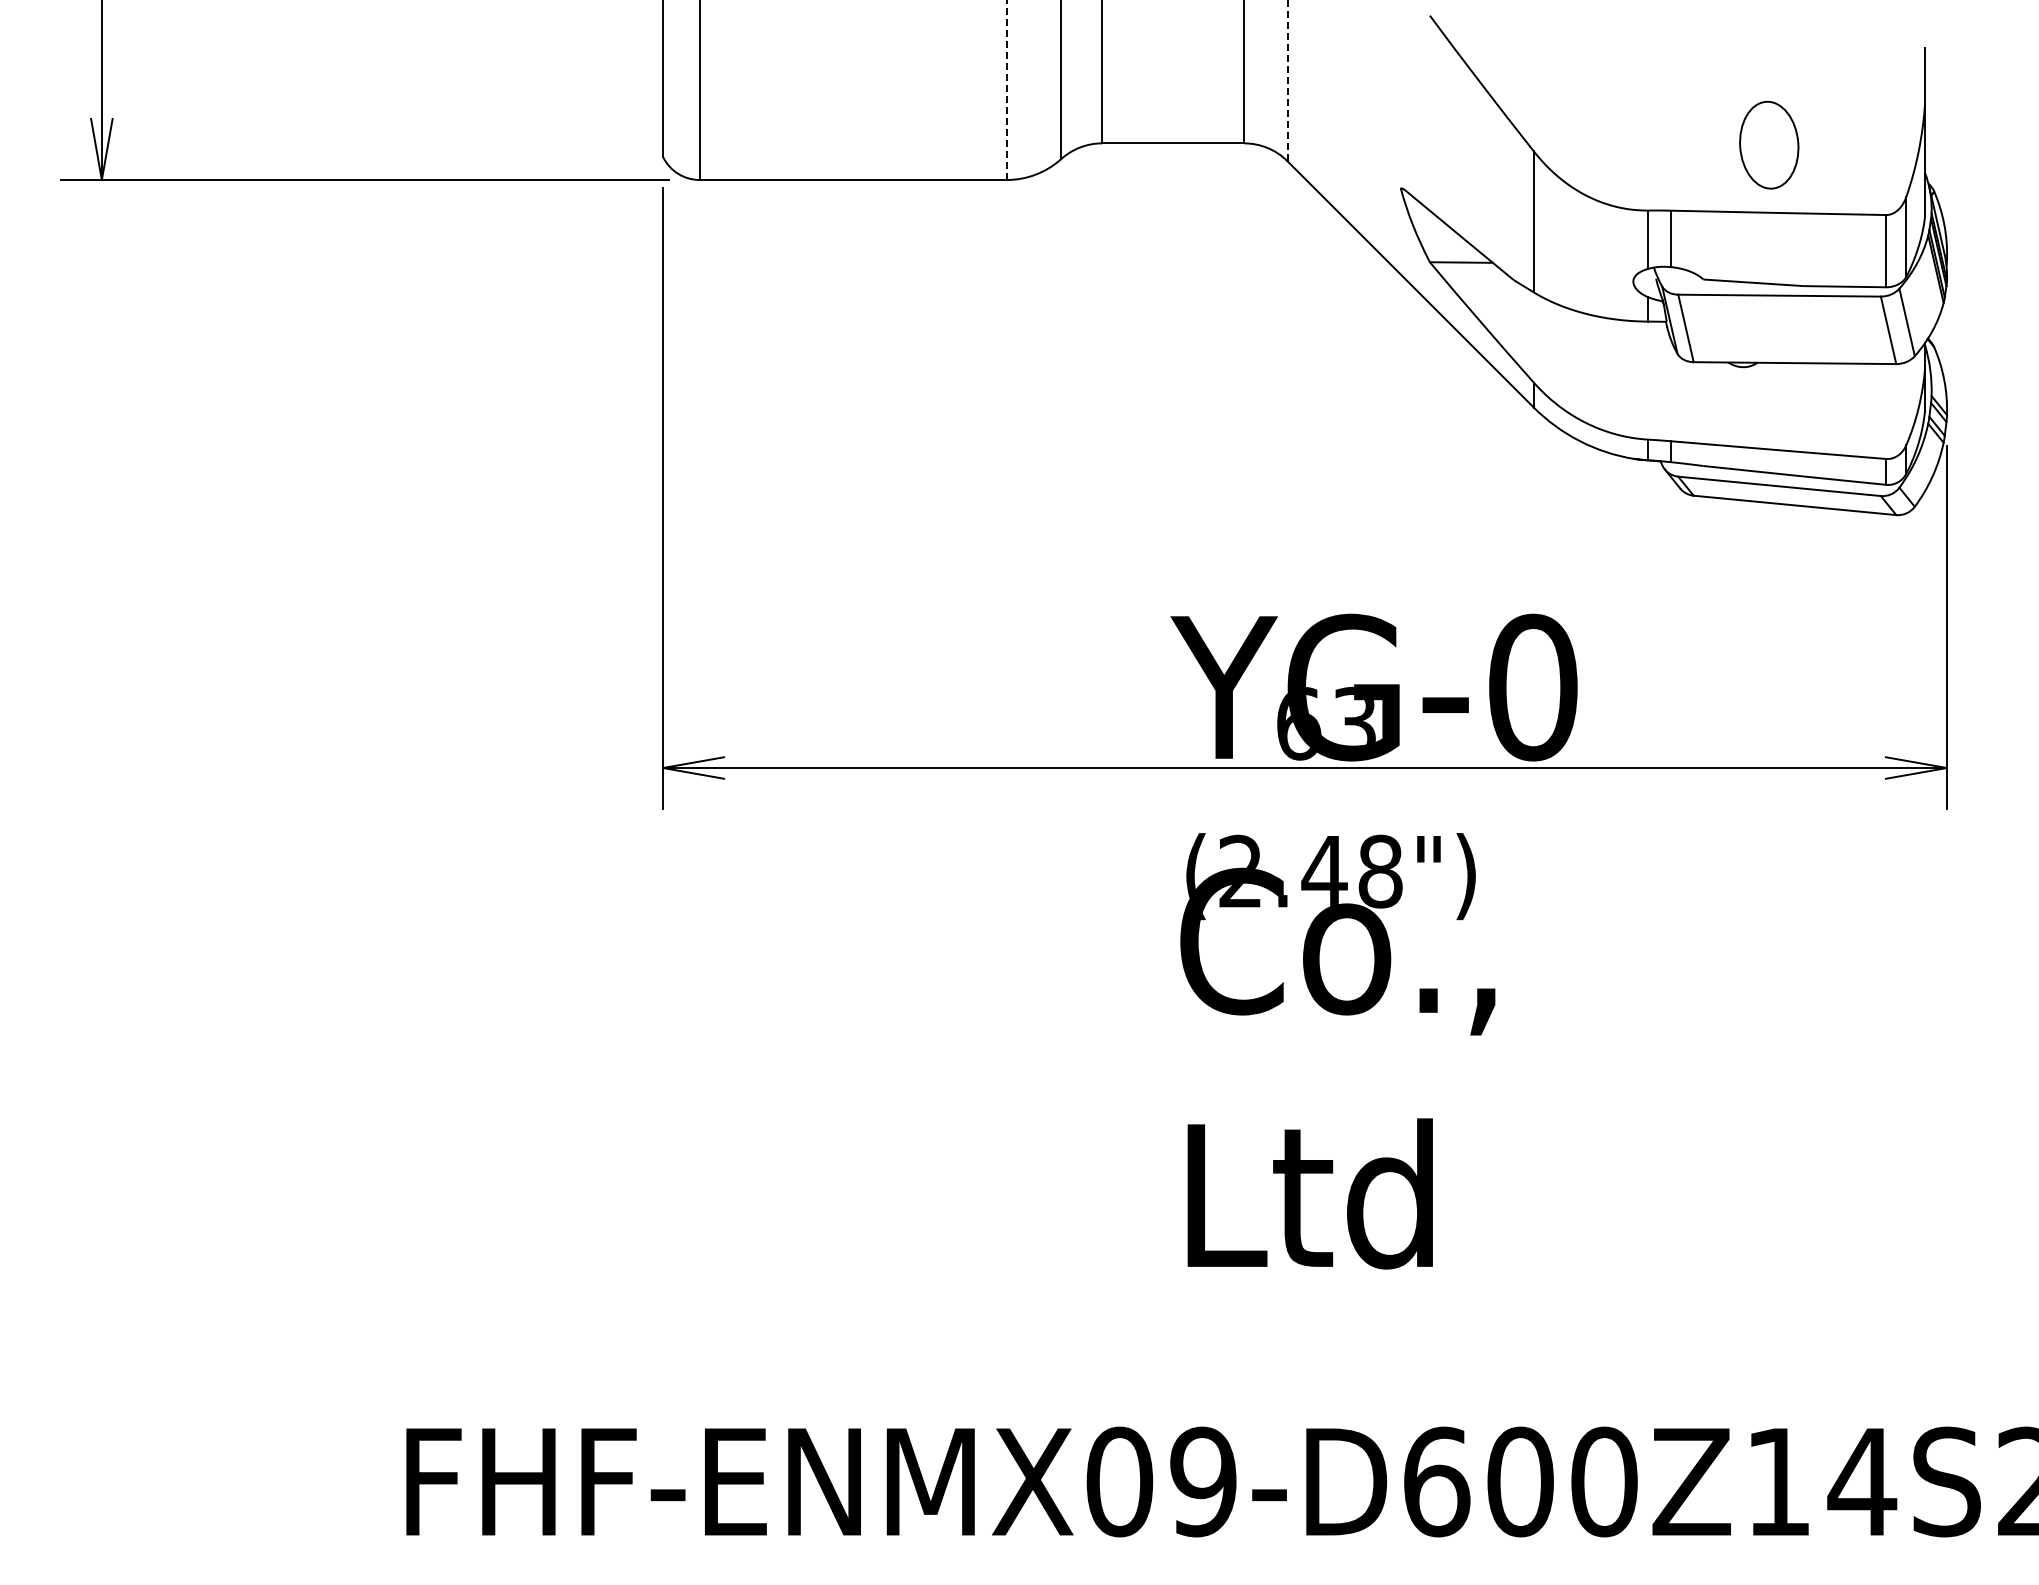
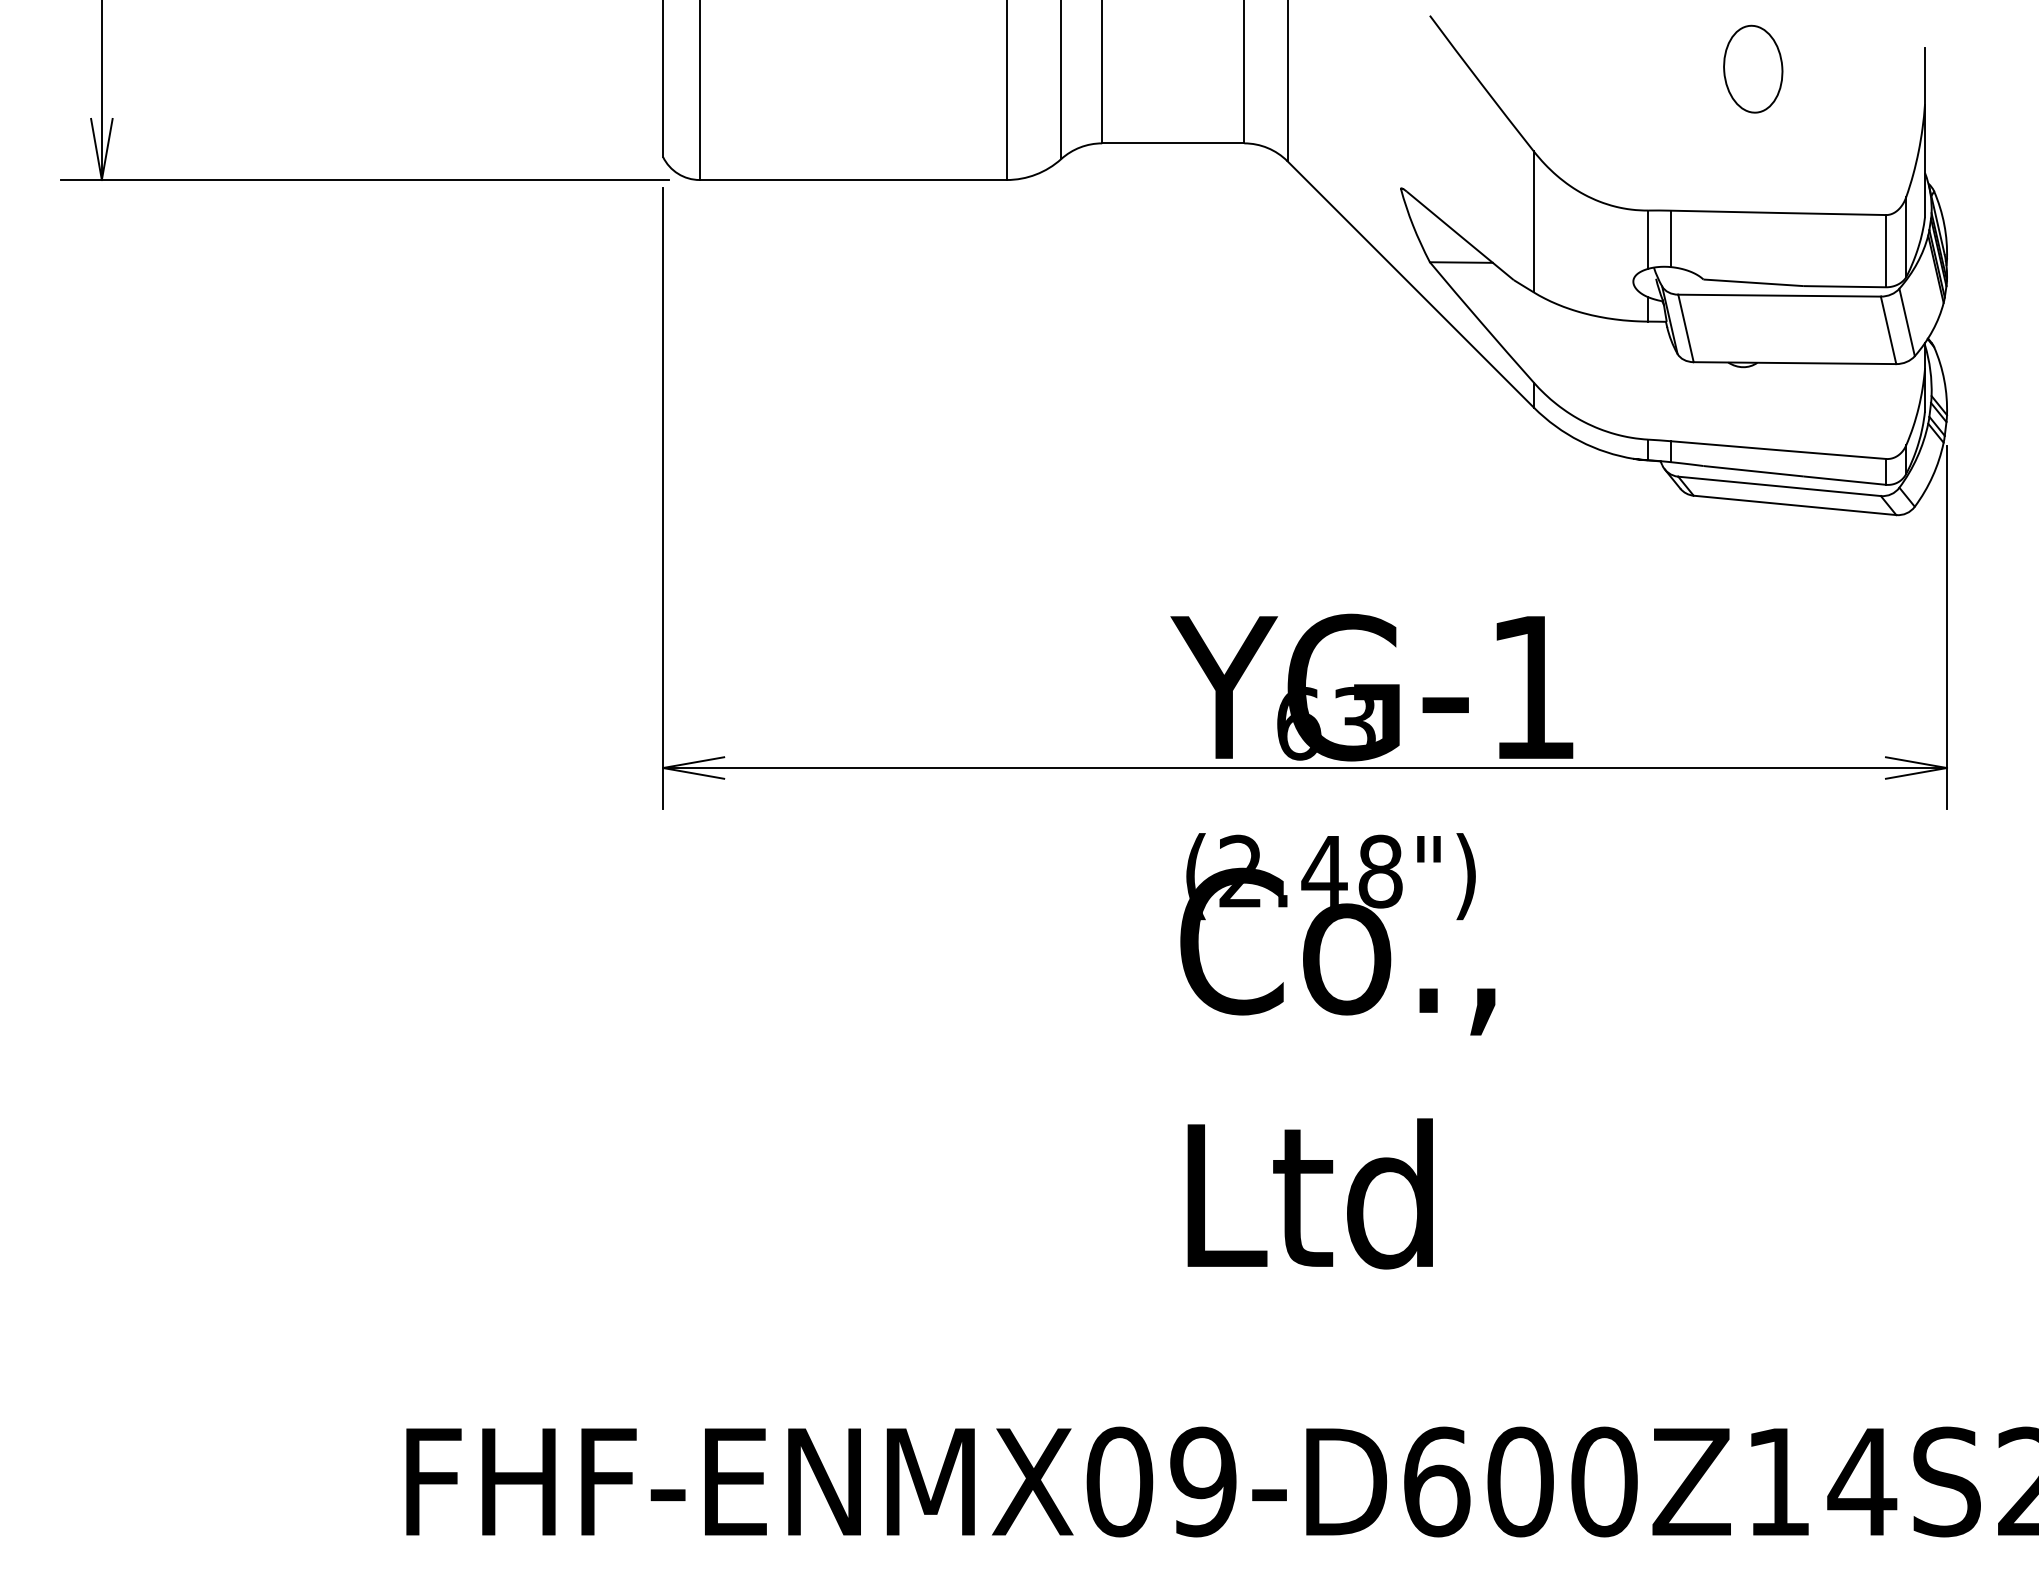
line at (1287, 80): dashed -> solid
line at (1006, 90): dashed -> solid
part at (1769, 144) position: (1769, 144) -> (1753, 68)
text at (1533, 687): YG-0 -> YG-1
